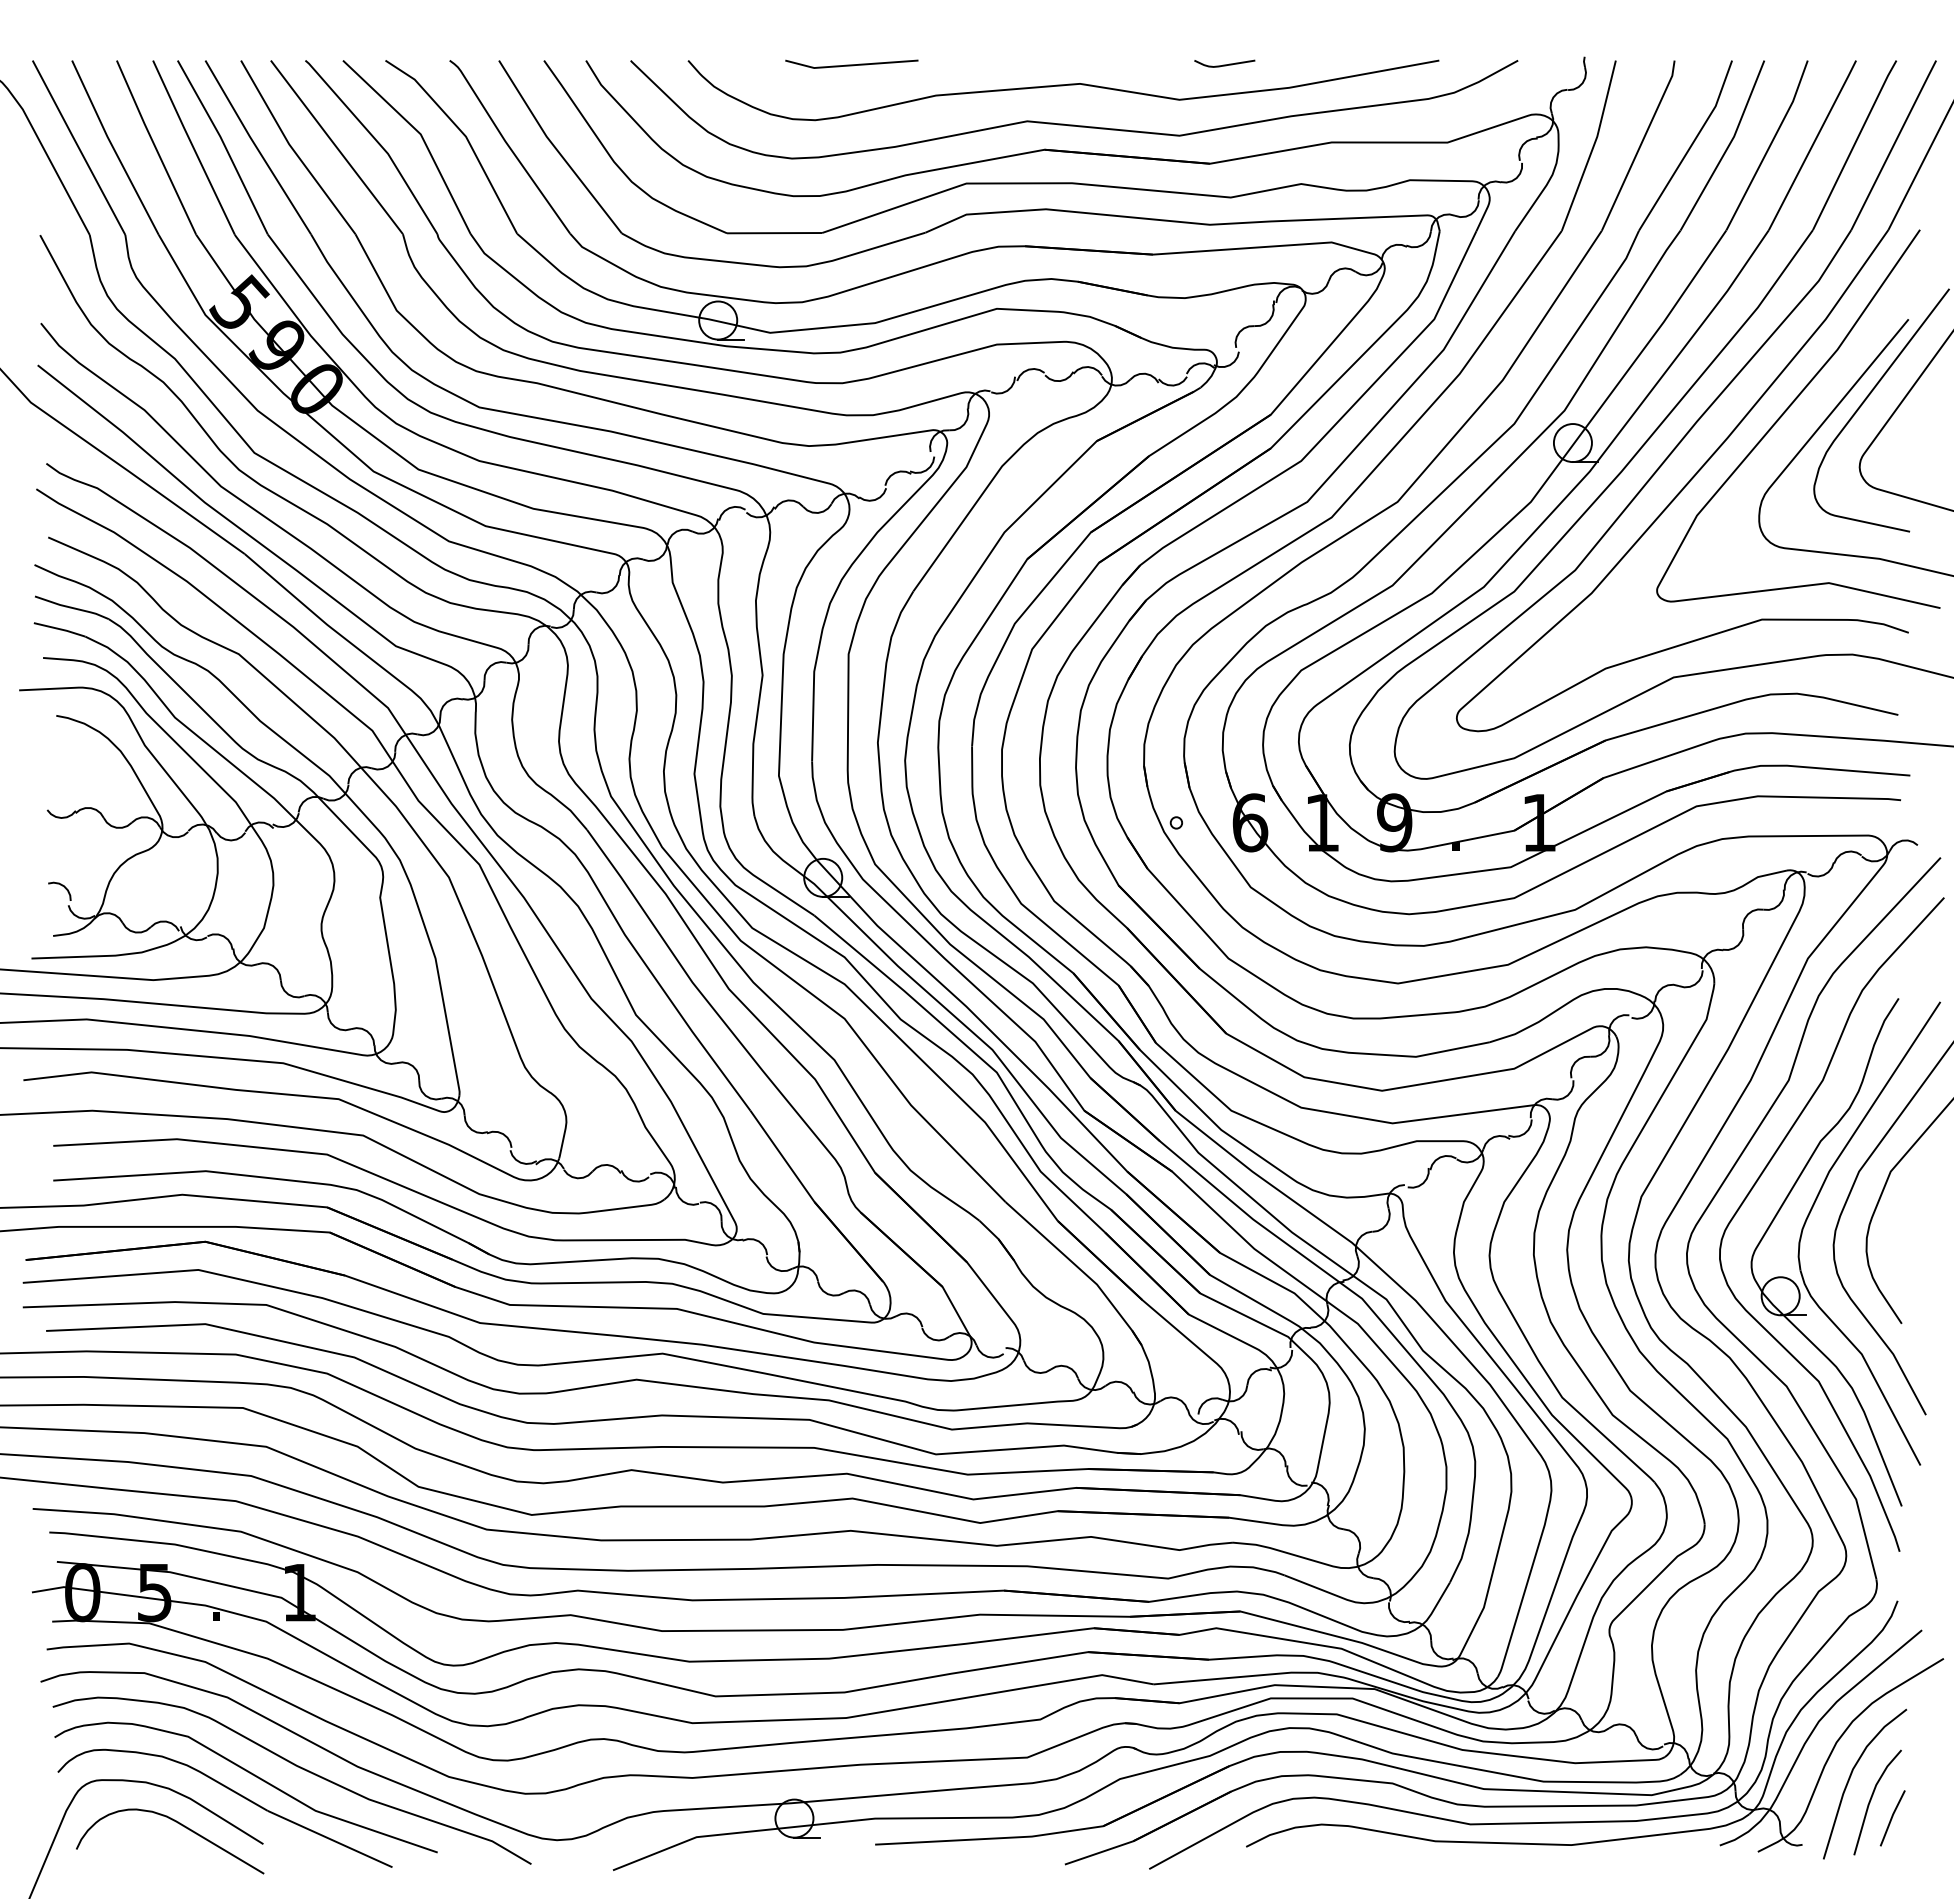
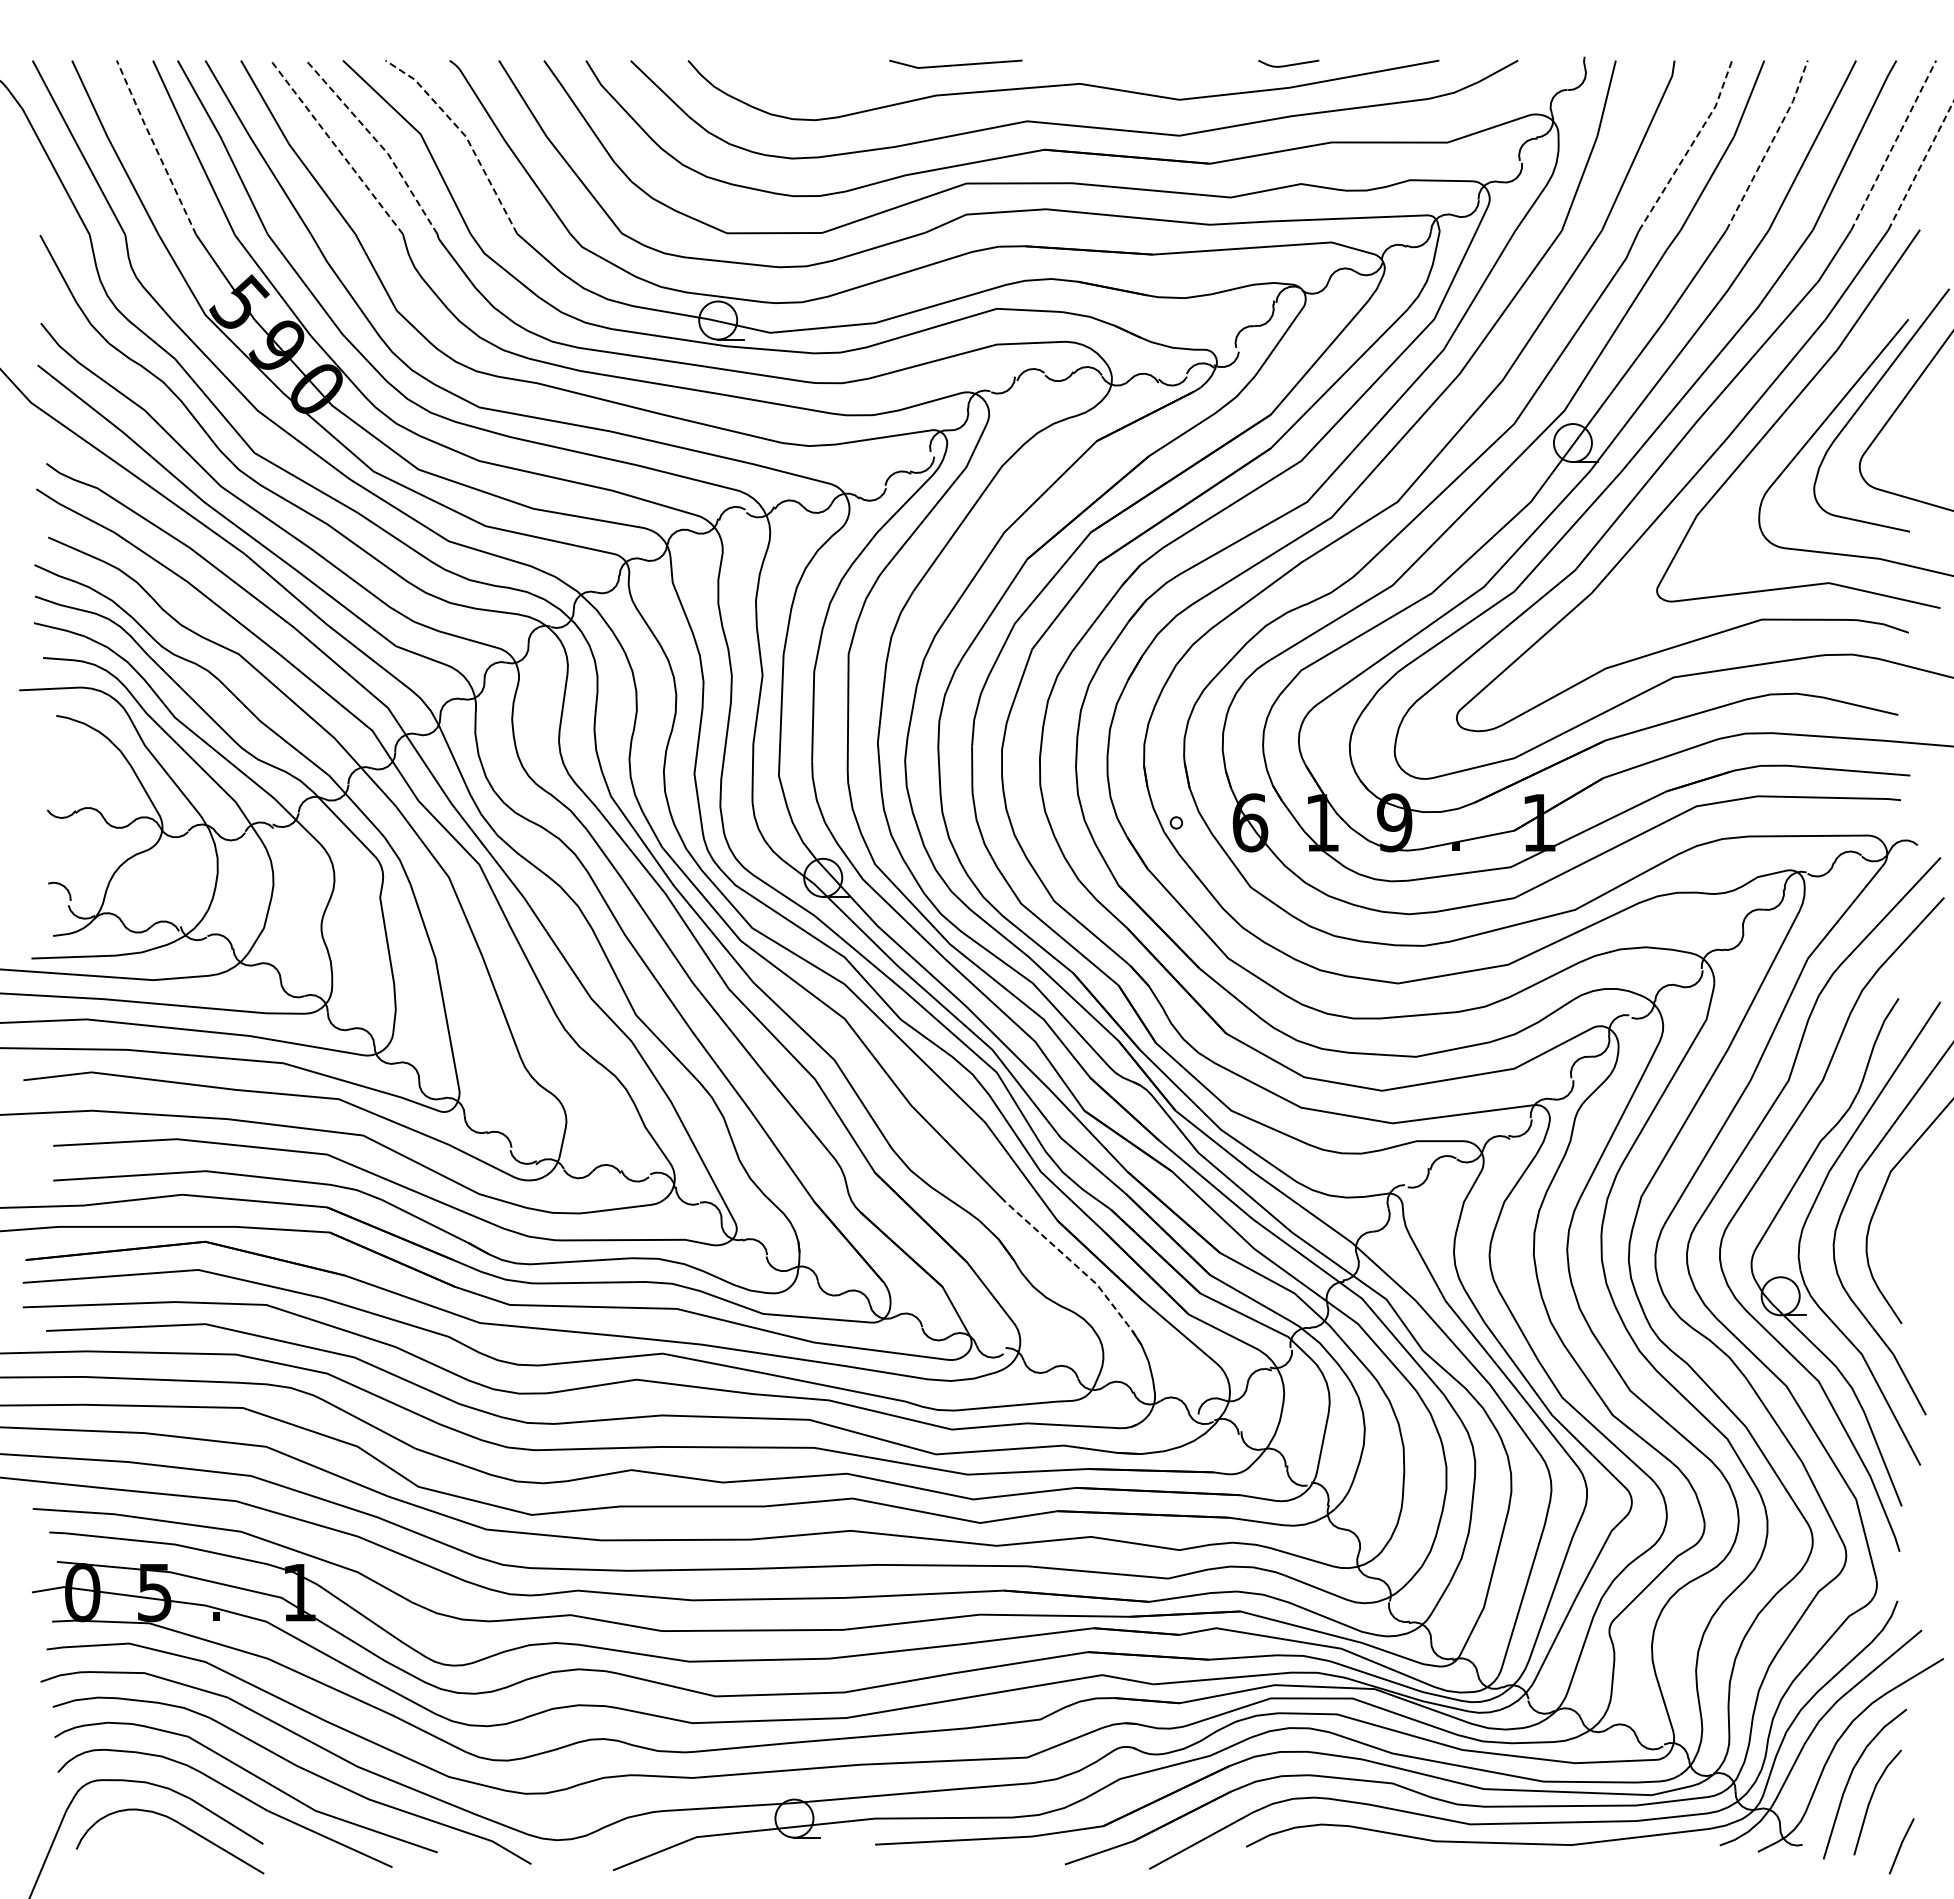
line at (851, 64) position: (851, 64) -> (955, 64)
curve at (1224, 64) position: (1224, 64) -> (1288, 64)
line at (465, 135): solid -> dashed
line at (377, 141): solid -> dashed
line at (1894, 144): solid -> dashed
line at (1770, 145): solid -> dashed
line at (336, 146): solid -> dashed
line at (1690, 146): solid -> dashed
line at (155, 147): solid -> dashed
line at (1921, 165): solid -> dashed
line at (1080, 1269): solid -> dashed
line at (1892, 1818) position: (1892, 1818) -> (1901, 1846)
